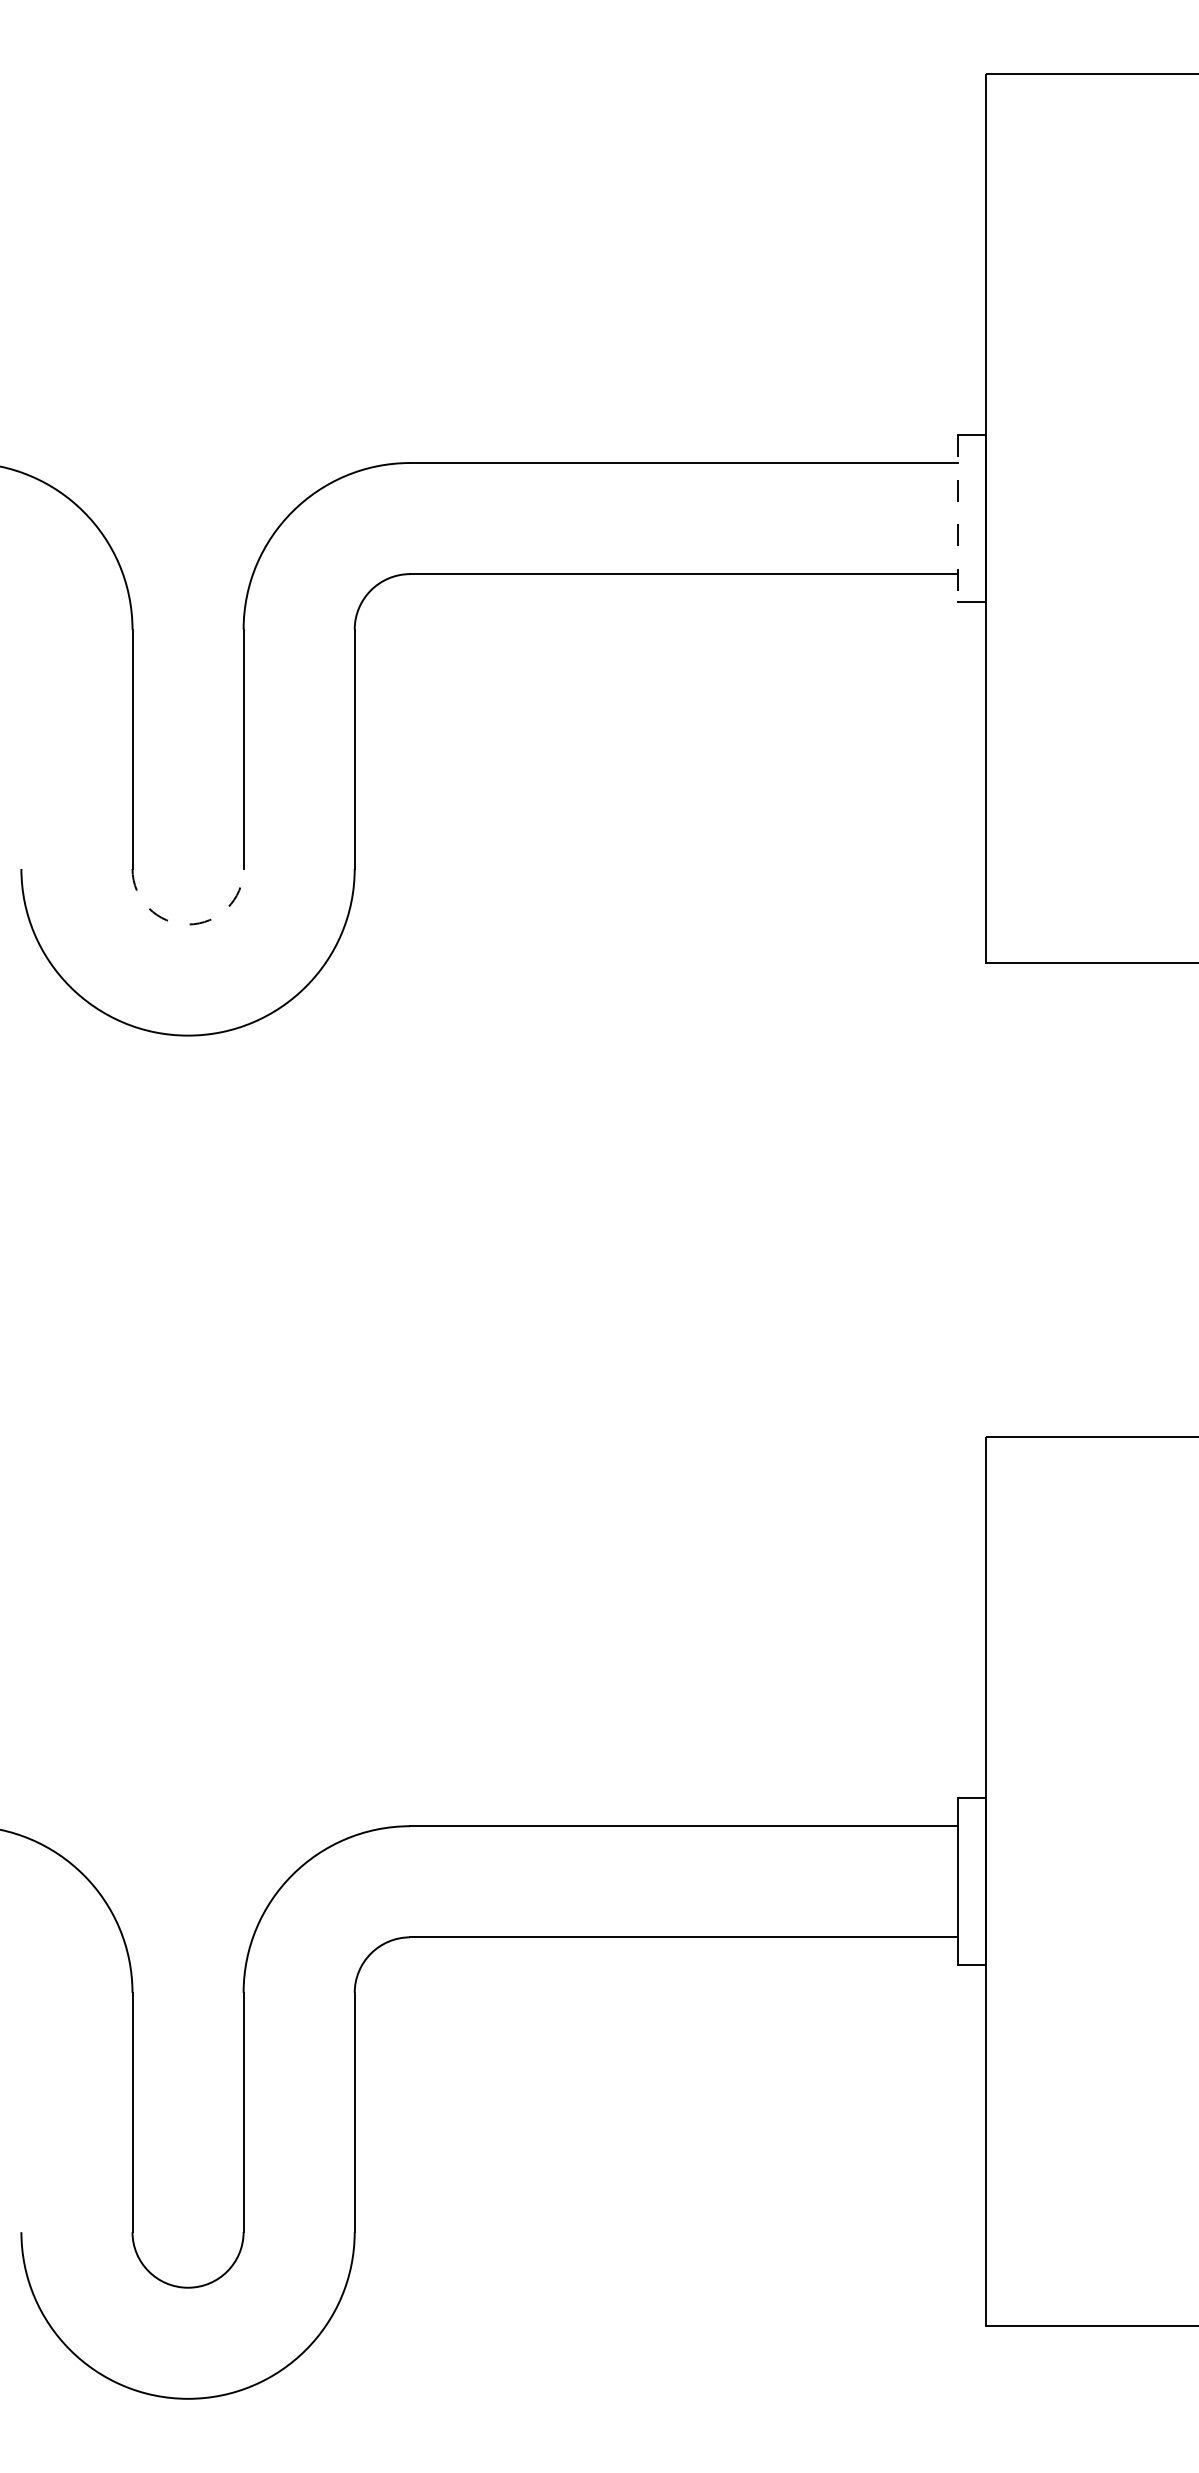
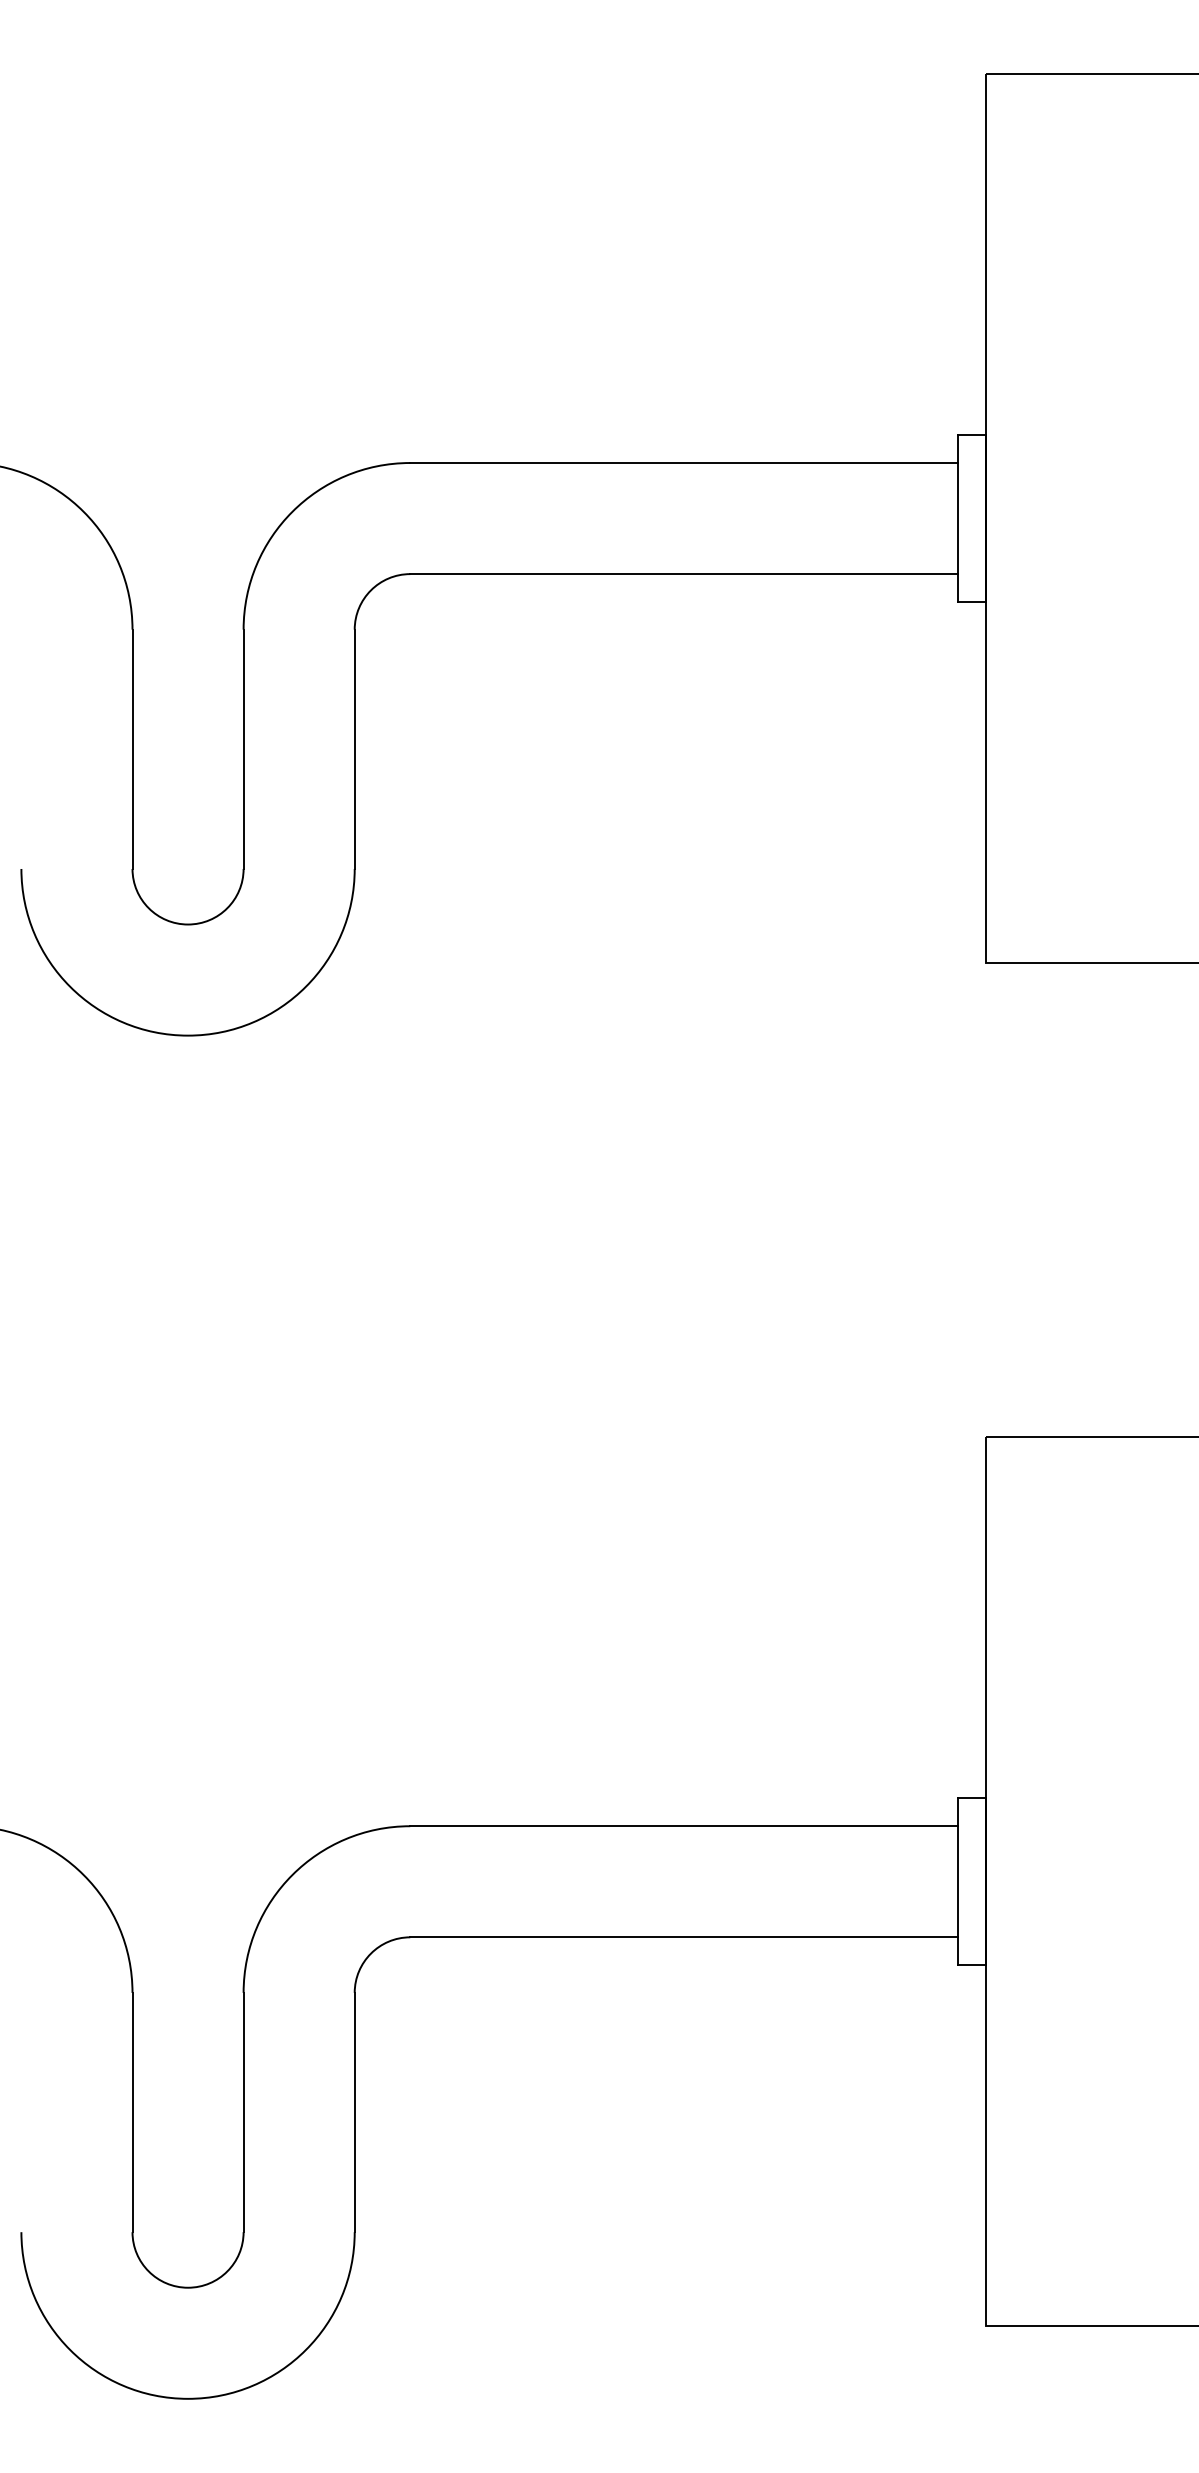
line at (958, 519): dashed -> solid
arc at (188, 924): dashed -> solid
